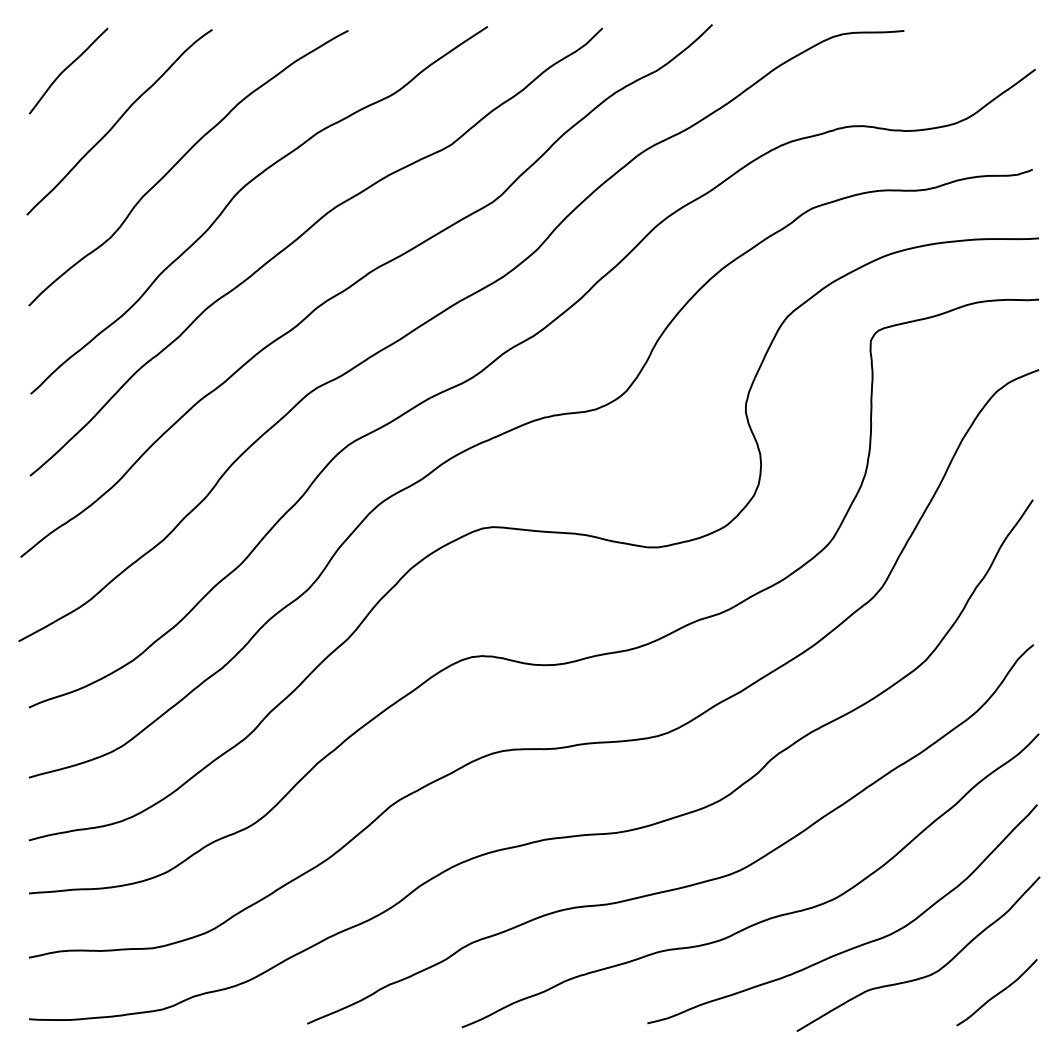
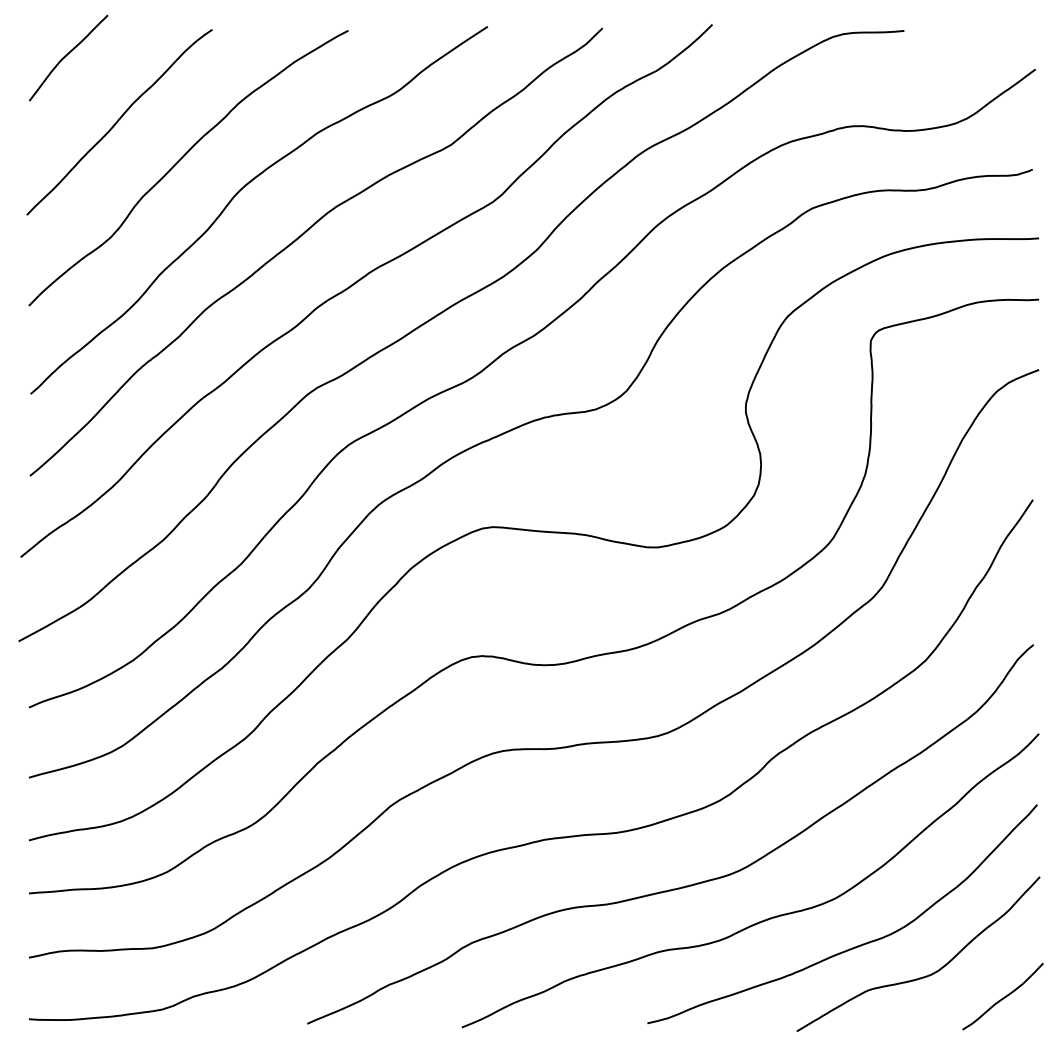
curve at (67, 68) position: (67, 68) -> (67, 55)
curve at (996, 993) position: (996, 993) -> (1002, 997)
